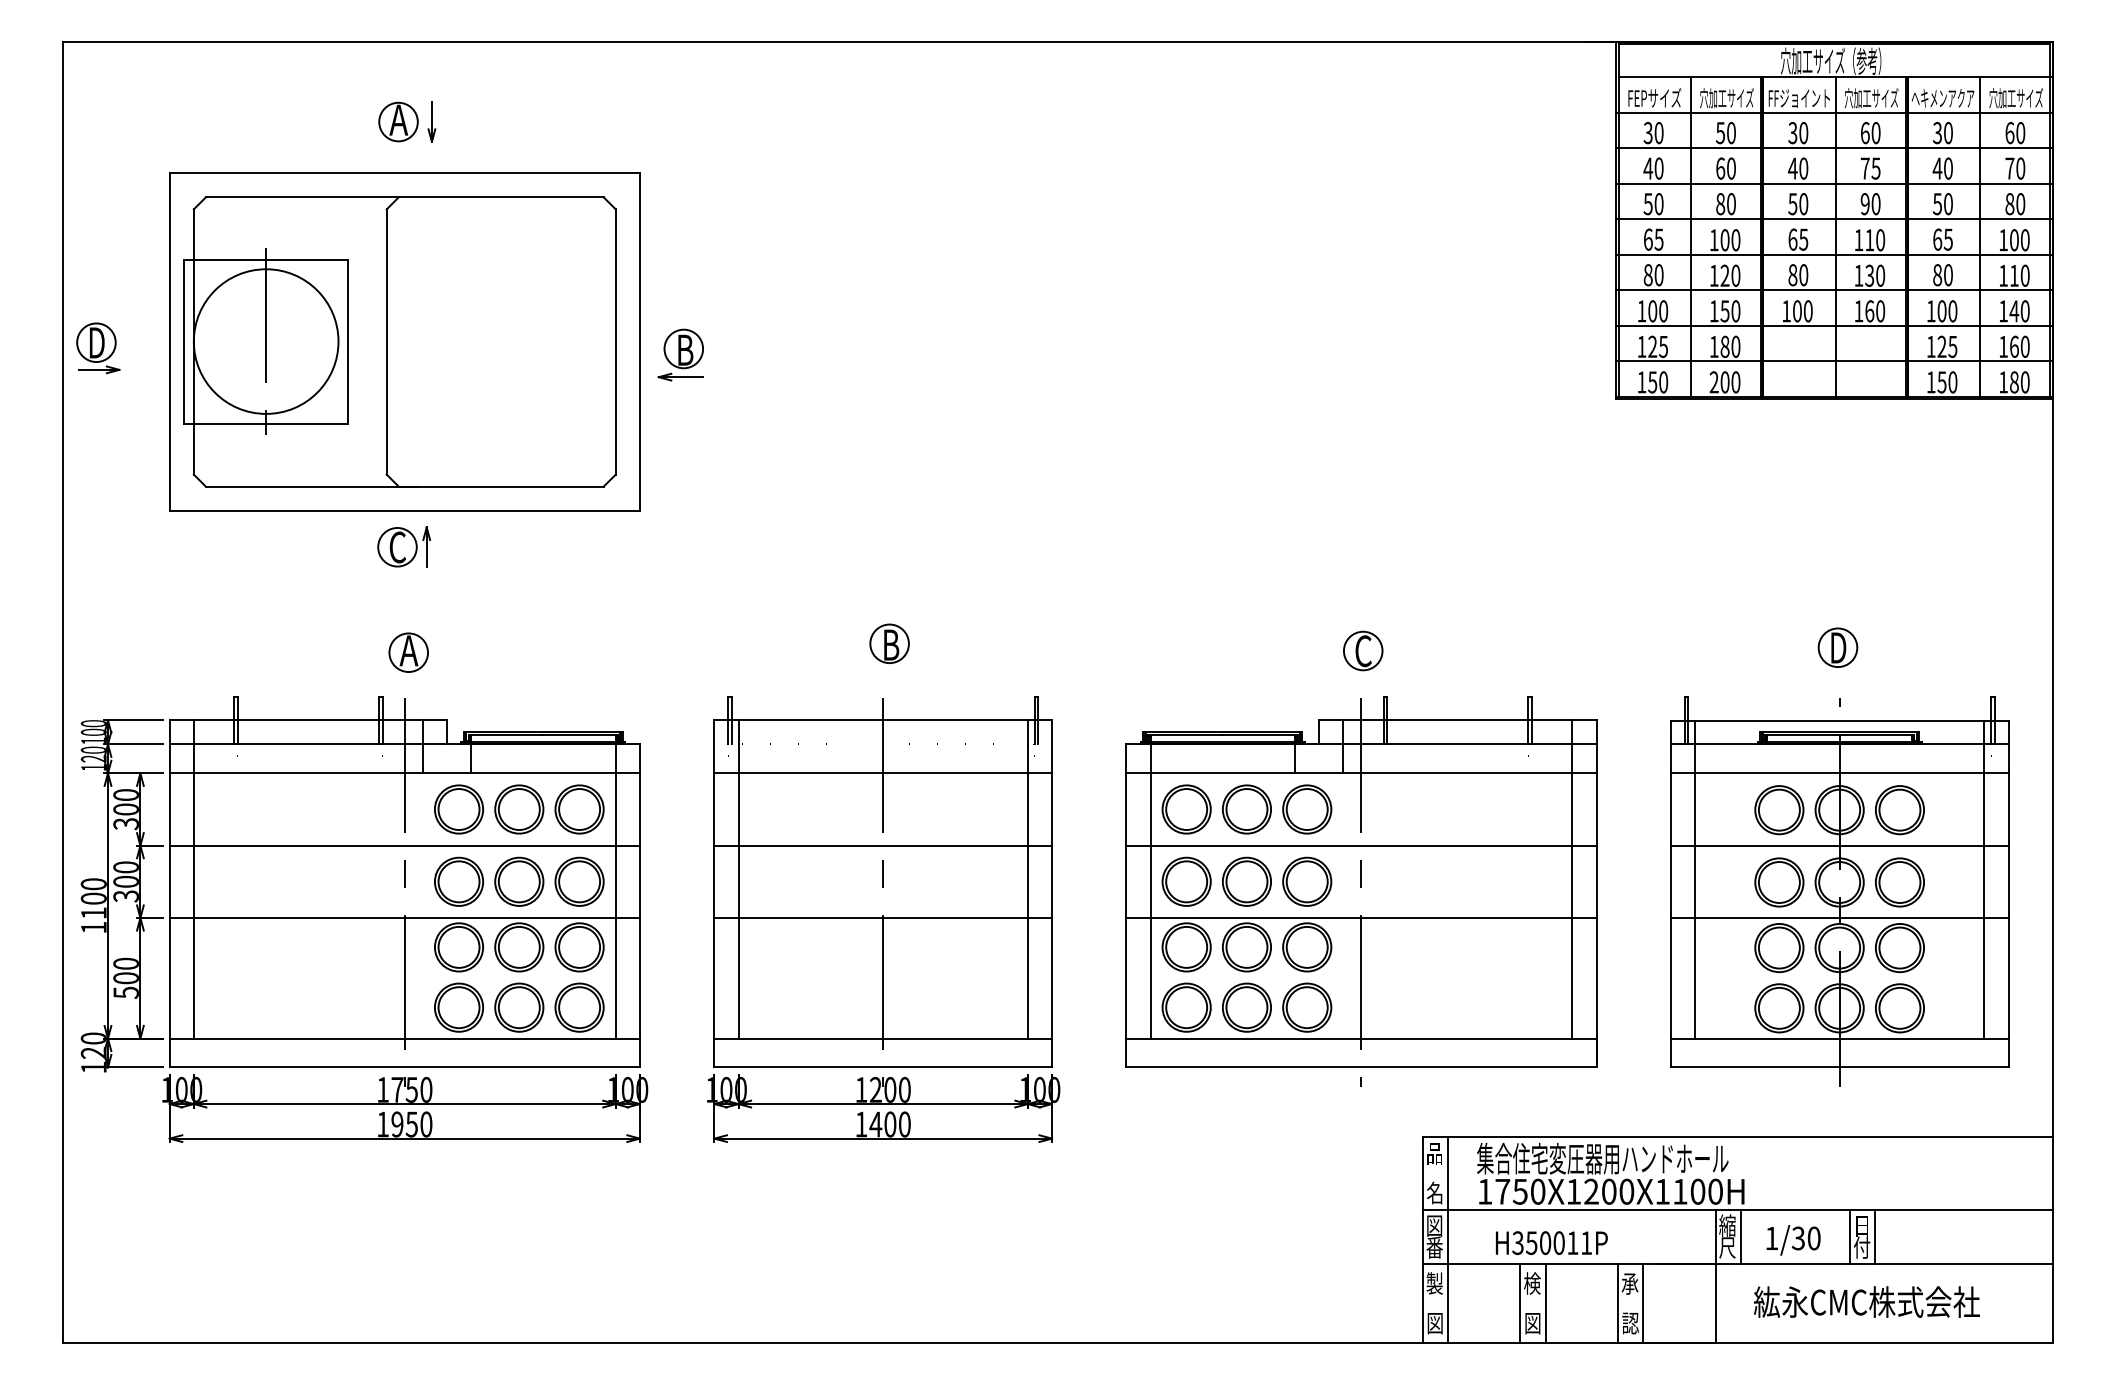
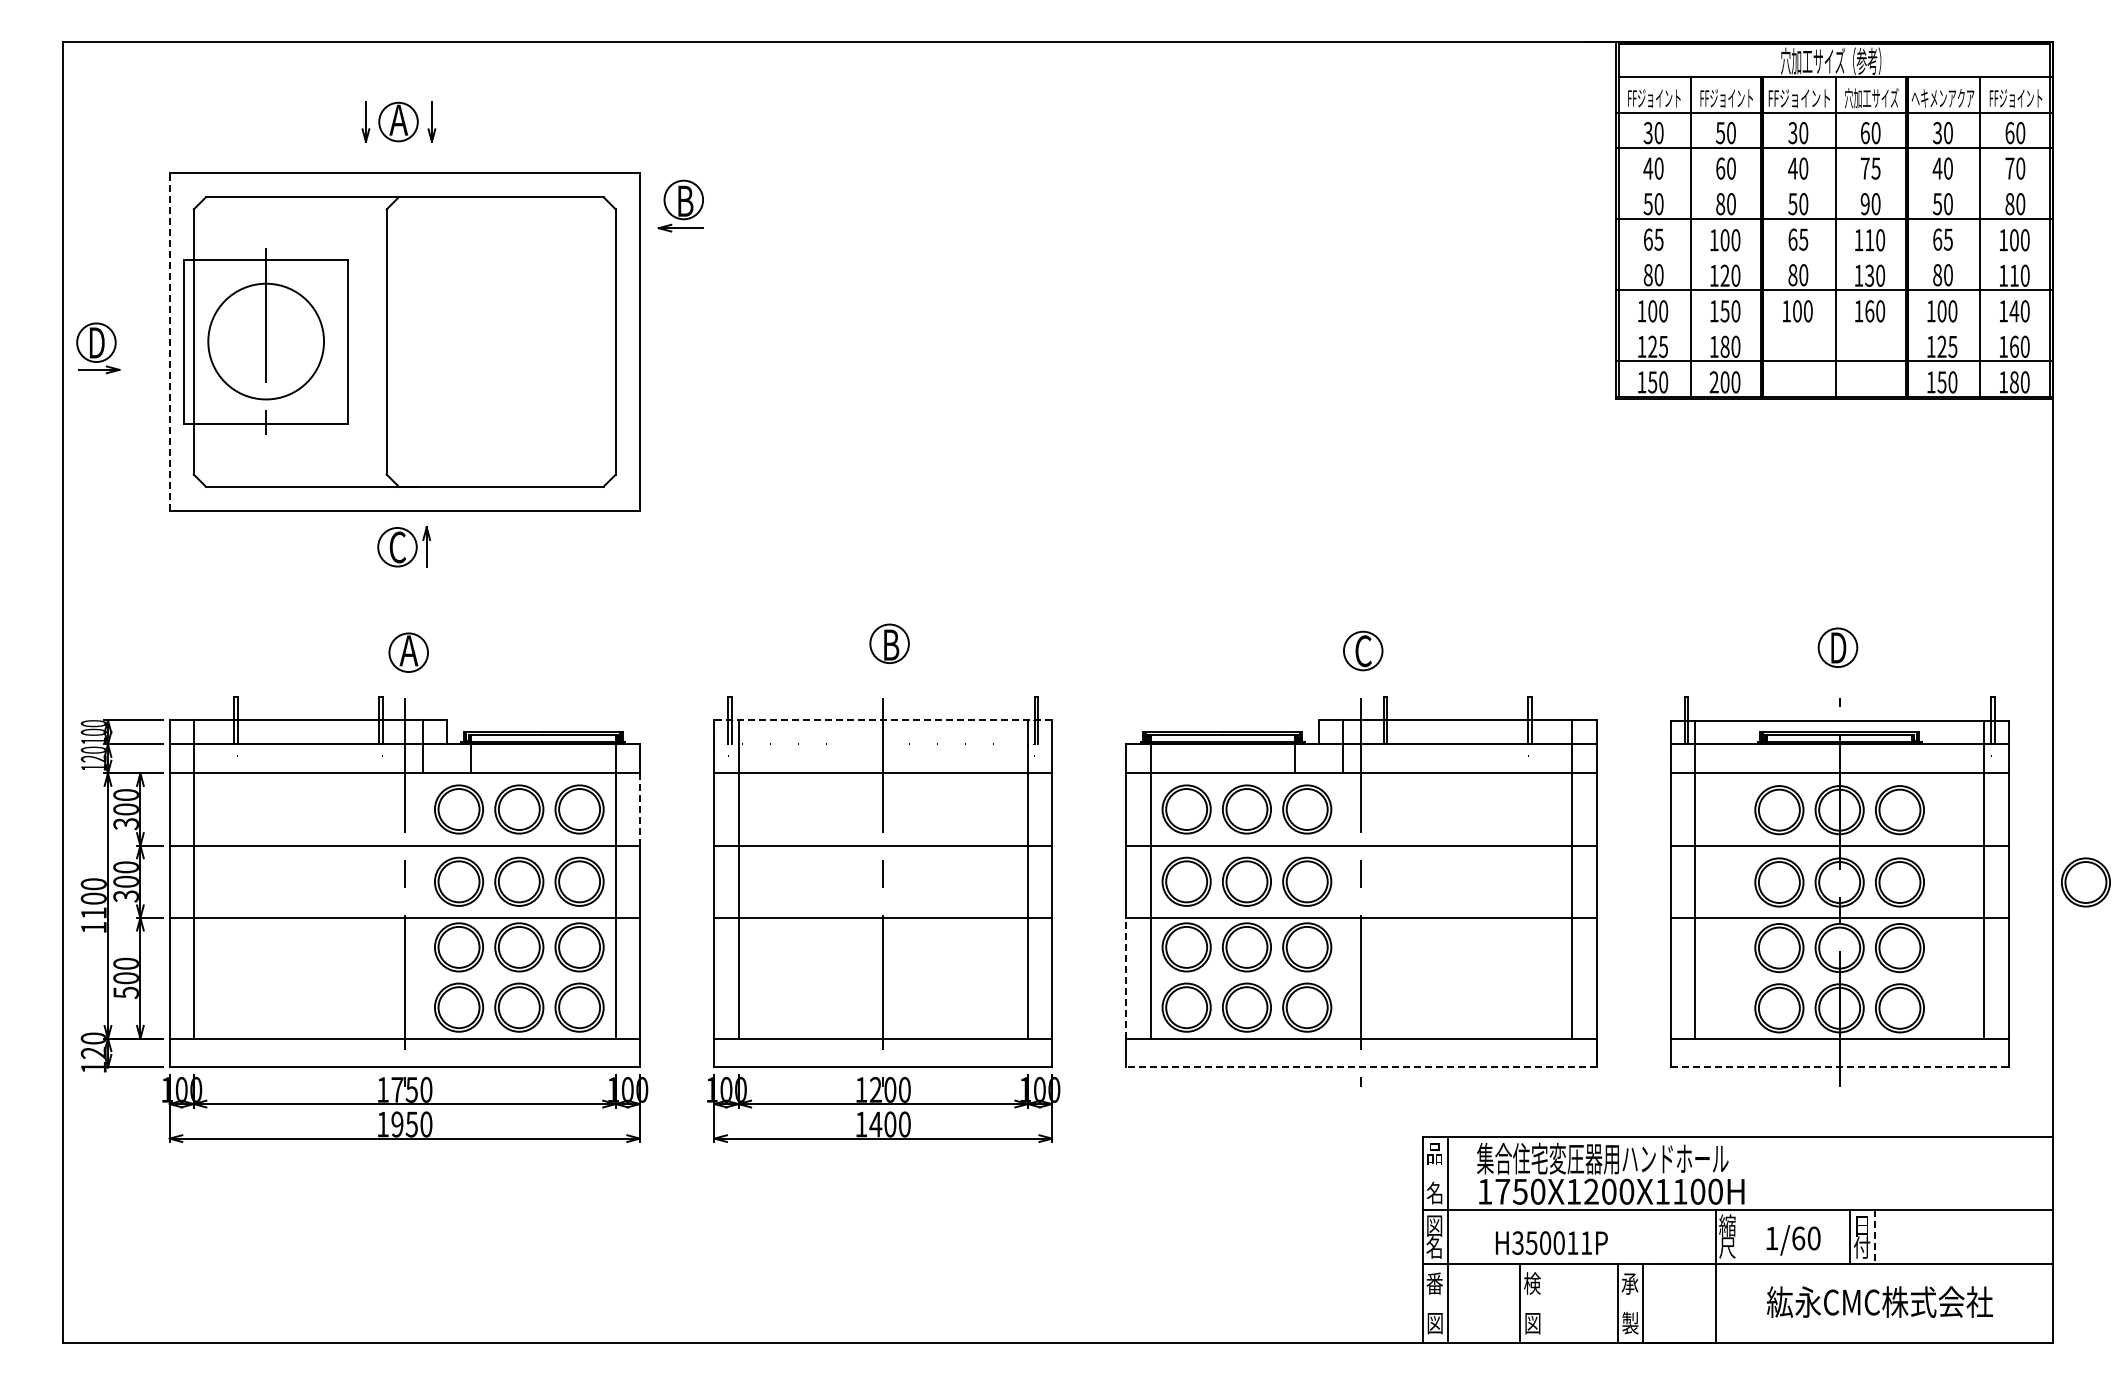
text at (1654, 97): FEPサイズ -> FFジョイント
text at (1726, 98): 穴加工サイズ -> FFジョイント
text at (2016, 98): 穴加工サイズ -> FFジョイント
part at (365, 121): none -> present
line at (1834, 183): present -> none
line at (1834, 254): present -> none
line at (1834, 325): present -> none
circle at (265, 341) diameter: 145 px -> 116 px
line at (169, 342): solid -> dashed
part at (680, 354) position: (680, 354) -> (680, 205)
line at (883, 720): solid -> dashed
line at (639, 809): solid -> dashed
part at (2085, 882): none -> present
line at (1126, 977): solid -> dashed
line at (1360, 1067): solid -> dashed
line at (1839, 1067): solid -> dashed
line at (1740, 1236): present -> none
line at (1875, 1237): solid -> dashed
text at (1798, 1238): 1/30 -> 1/60
text at (1434, 1247): 番 -> 名
text at (1434, 1283): 製 -> 番
text at (1866, 1301) position: (1866, 1301) -> (1879, 1301)
line at (1545, 1303): present -> none
text at (1630, 1322): 認 -> 製
